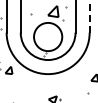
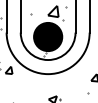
line at (89, 16): dashed -> solid
fill at (48, 36): none -> present
